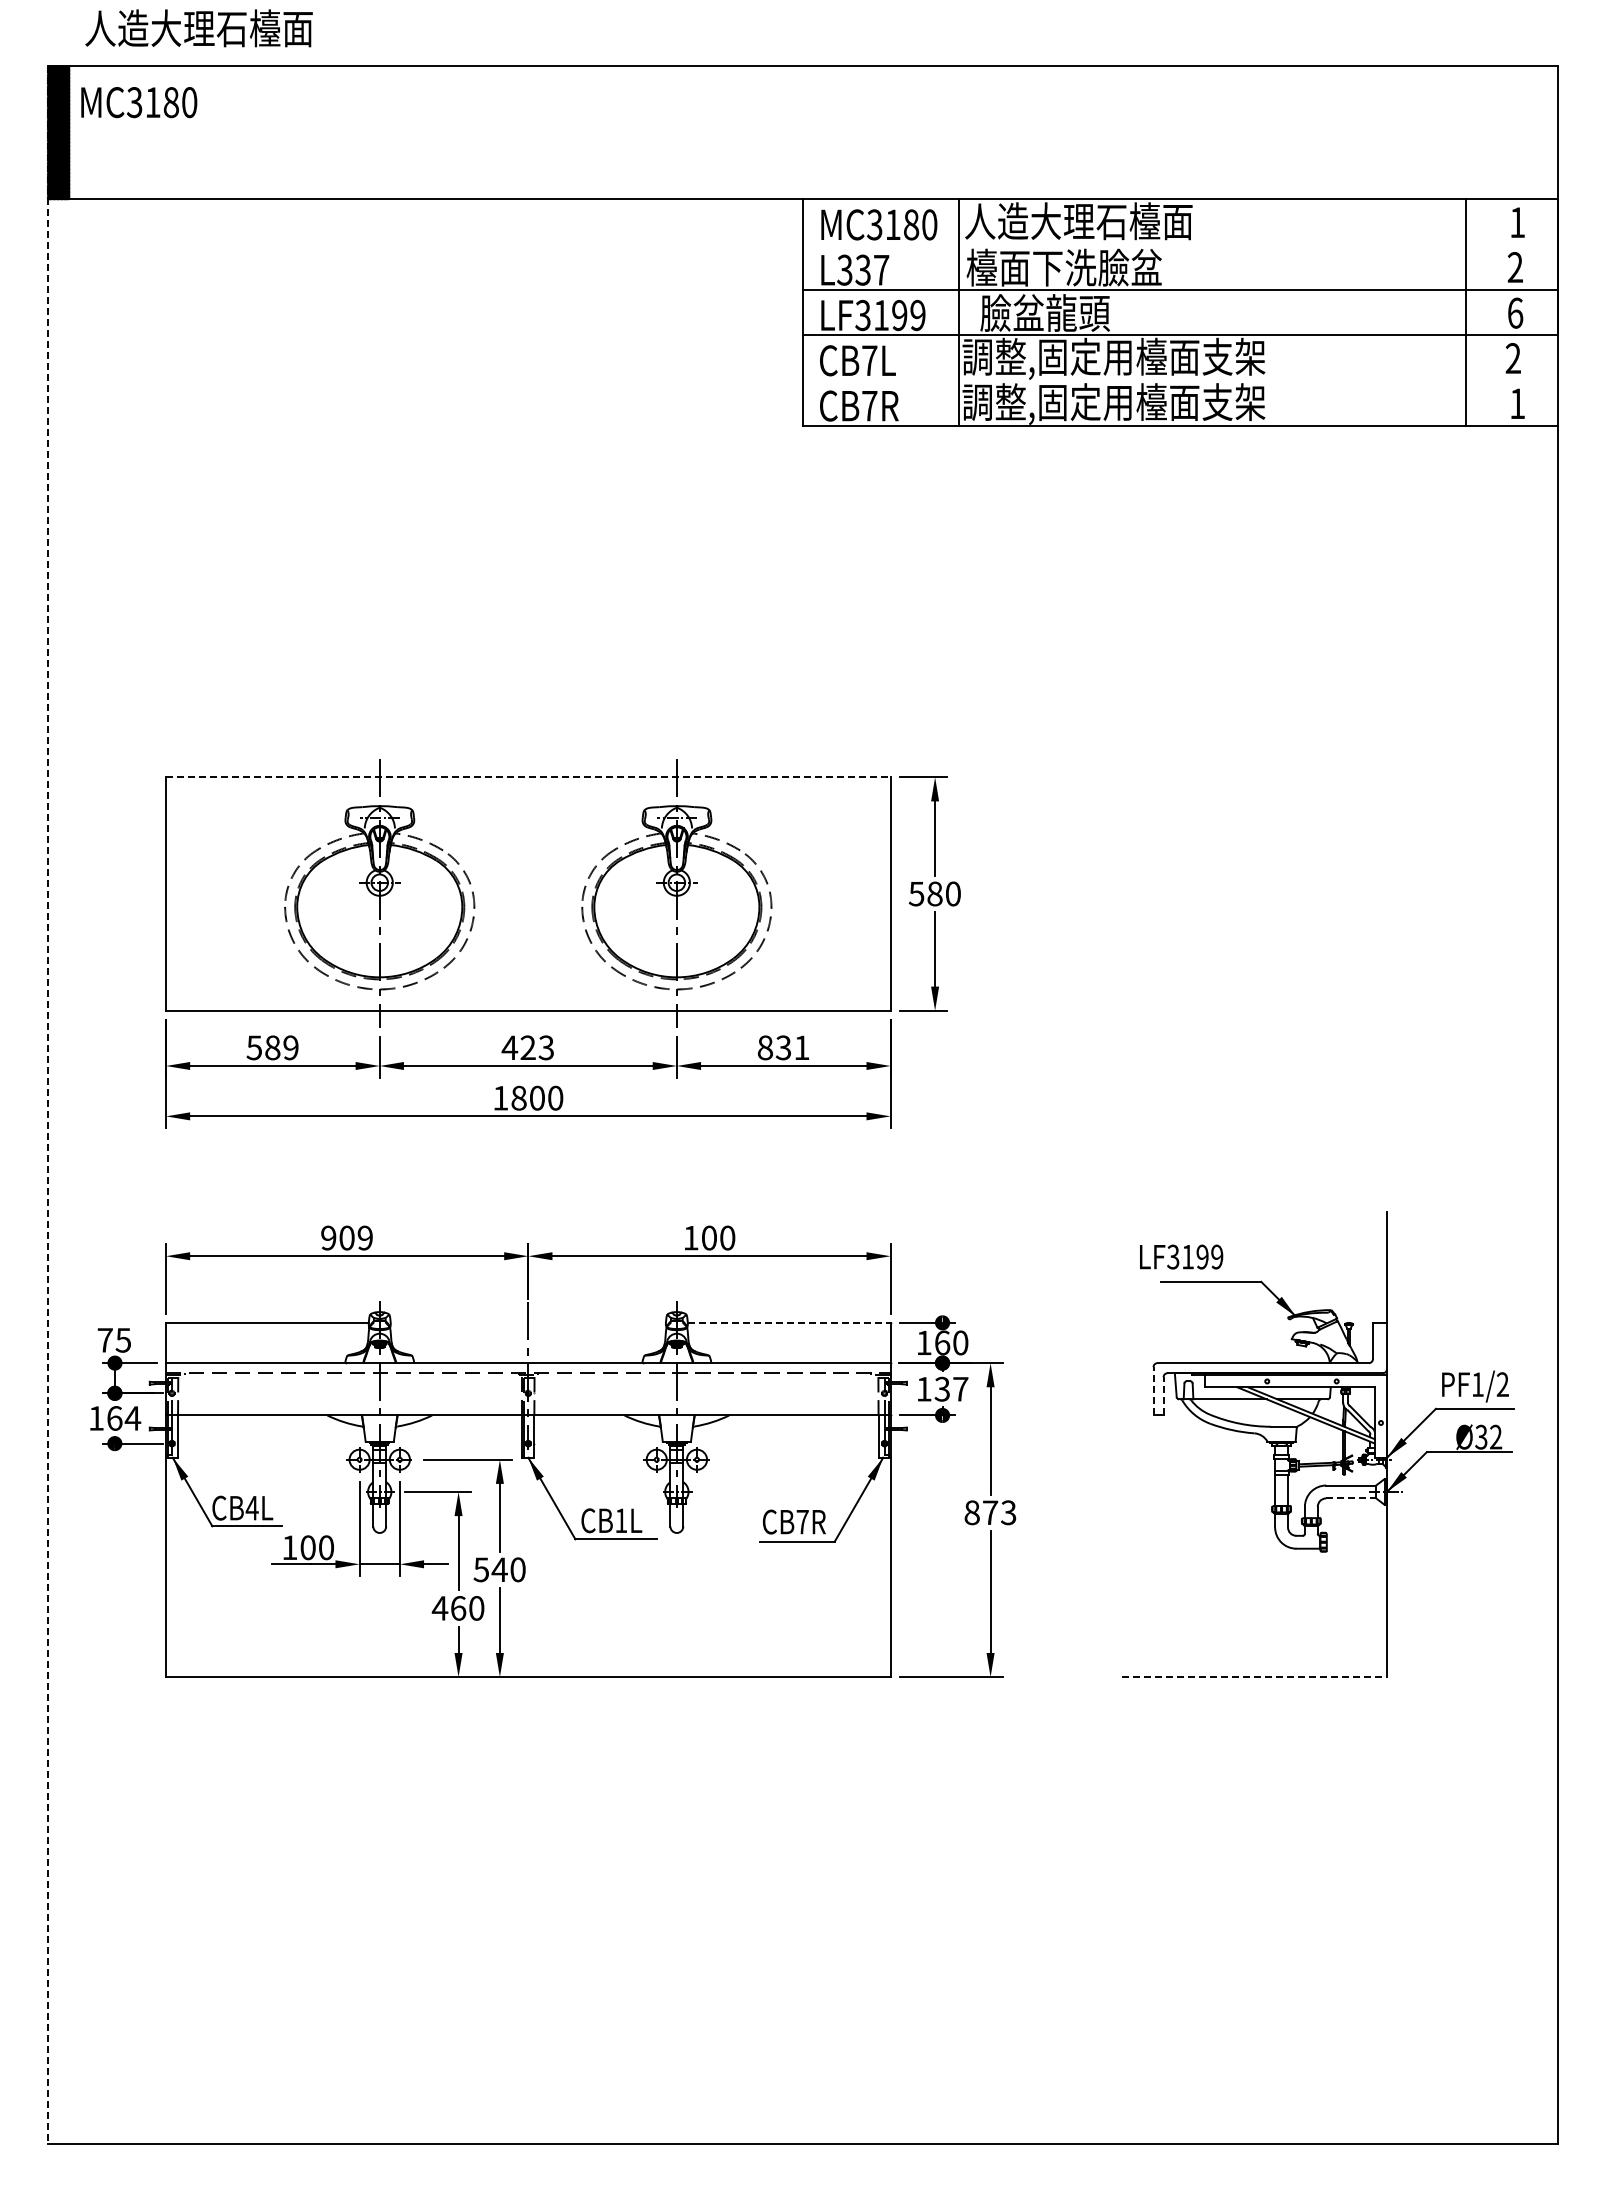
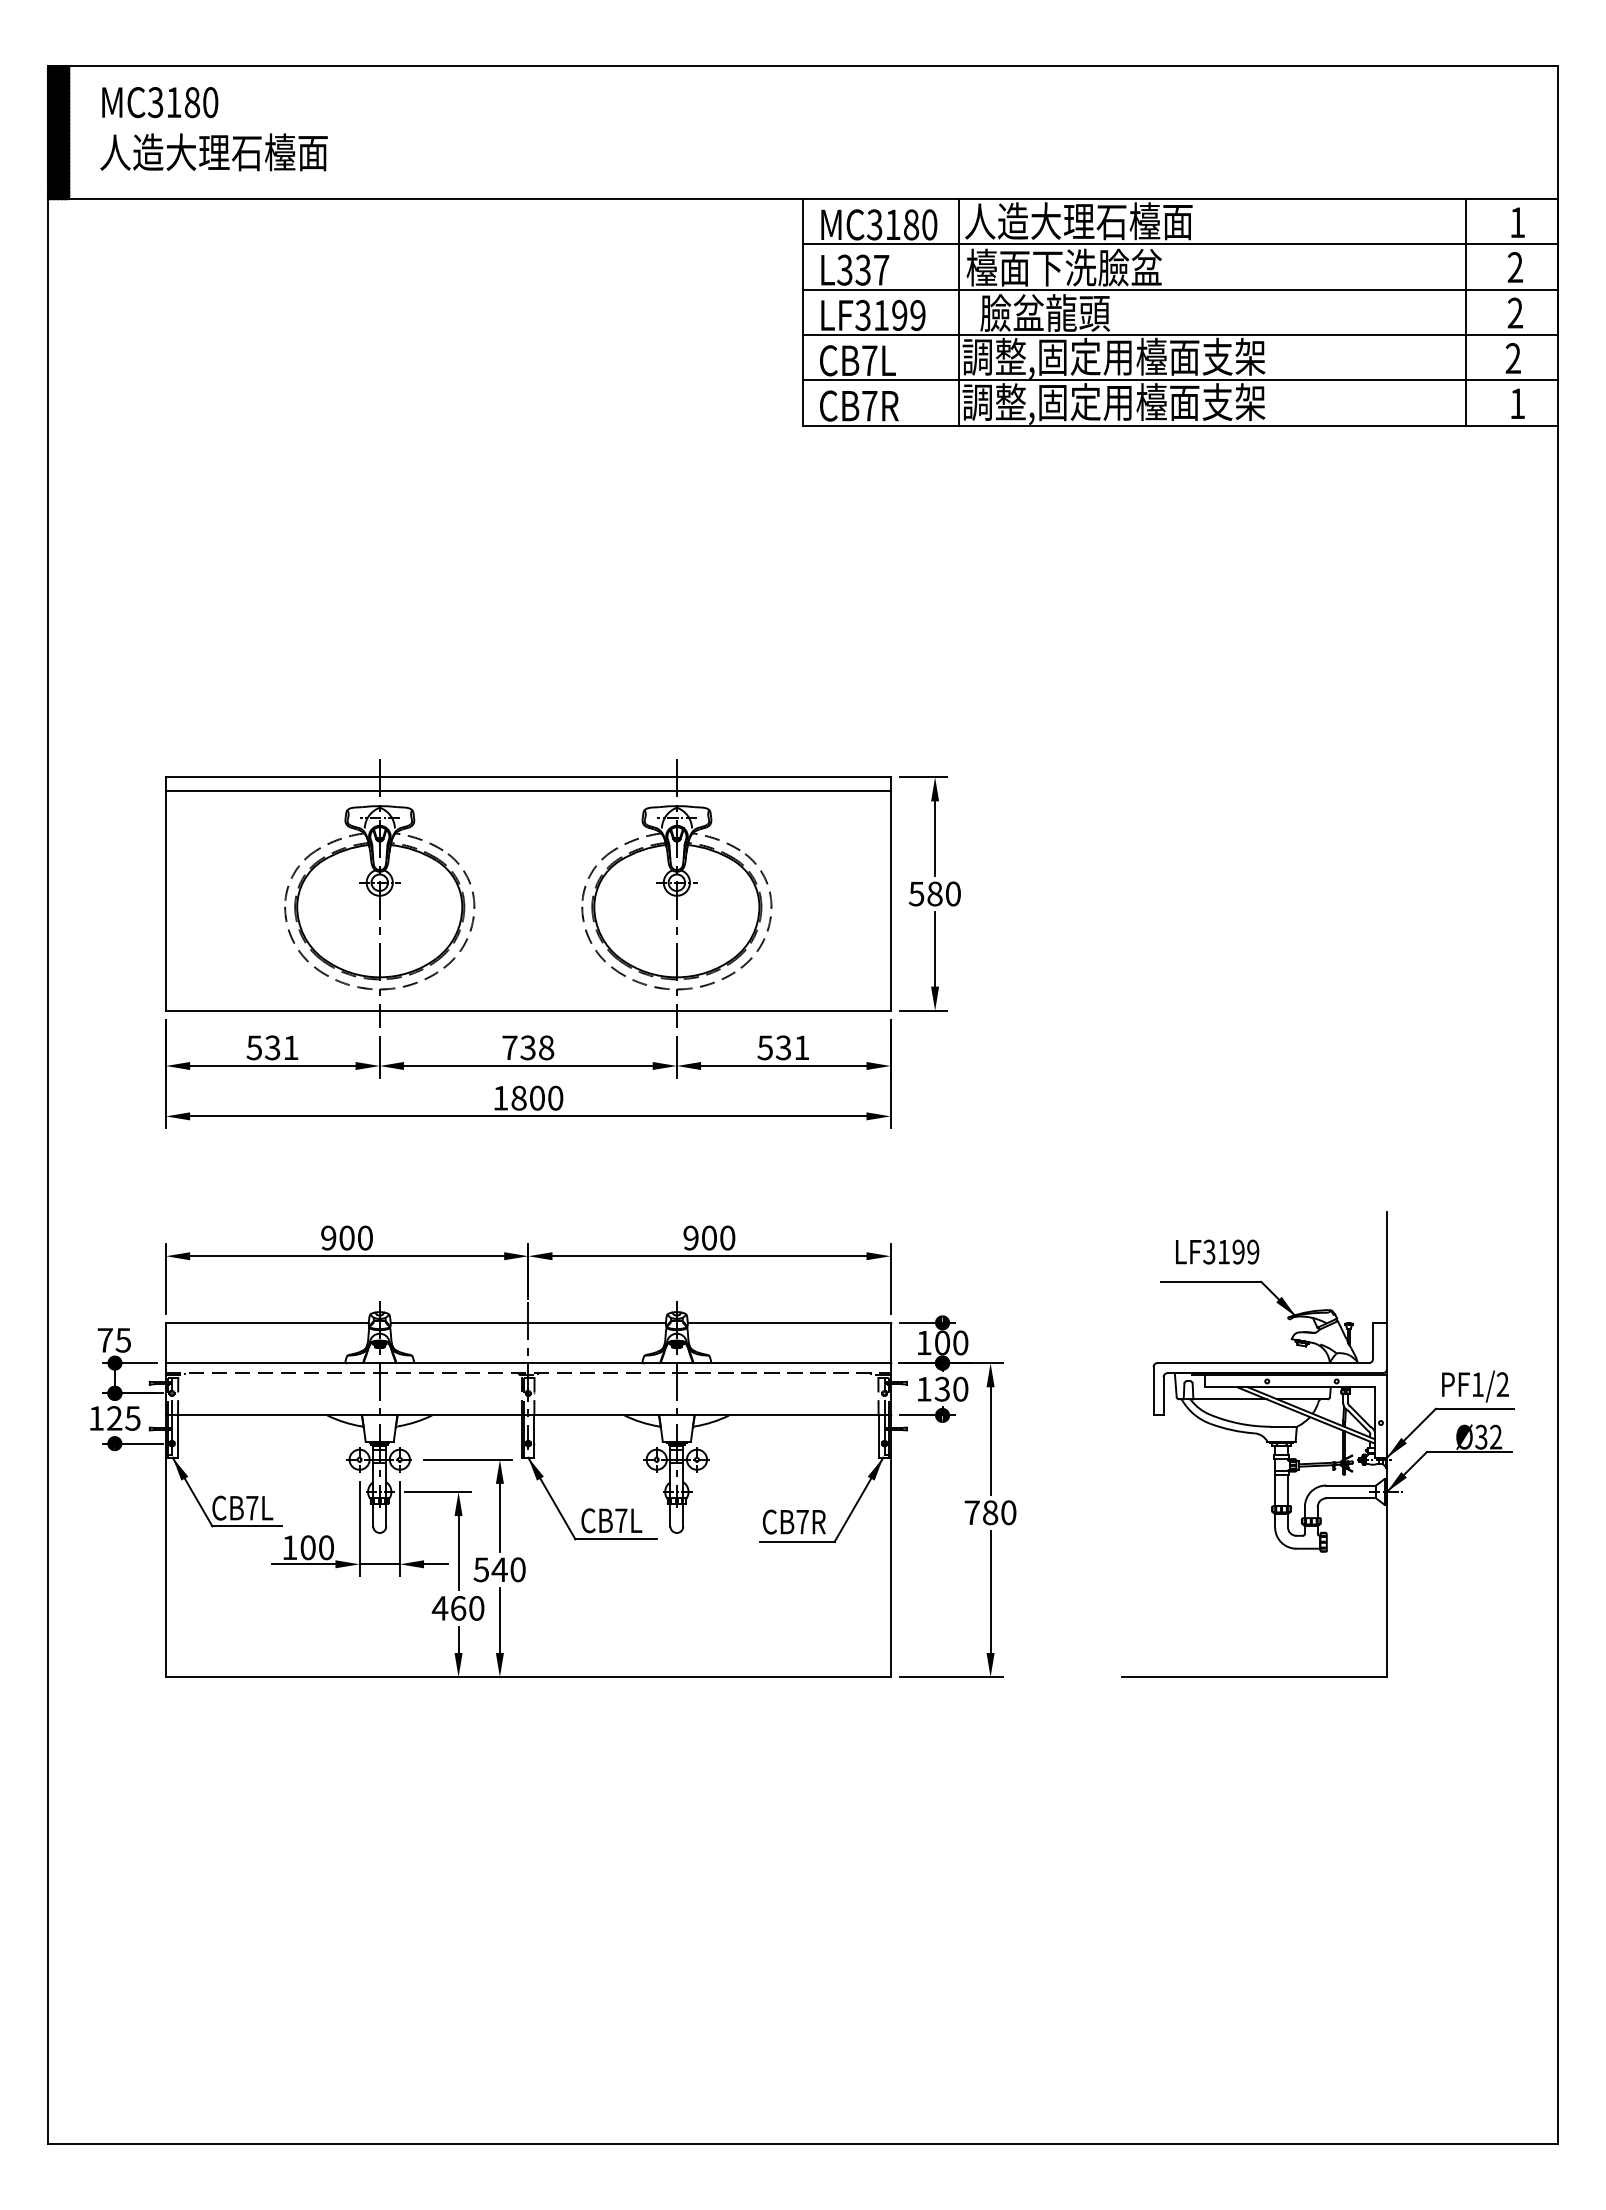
text at (198, 28) position: (198, 28) -> (213, 152)
text at (139, 102) position: (139, 102) -> (160, 102)
line at (1179, 244): none -> present
text at (1515, 312): 6 -> 2
line at (1179, 380): none -> present
line at (528, 777): dashed -> solid
line at (527, 791): none -> present
text at (281, 1047): 589 -> 531
text at (527, 1047): 423 -> 738
text at (764, 1047): 831 -> 531
line at (48, 1104): dashed -> solid
text at (364, 1237): 909 -> 900
text at (690, 1237): 100 -> 900
text at (1181, 1256) position: (1181, 1256) -> (1217, 1251)
line at (527, 1322): none -> present
line at (789, 1322): dashed -> solid
text at (942, 1342): 160 -> 100
text at (960, 1388): 137 -> 130
line at (1153, 1390): dashed -> solid
line at (1163, 1395): dashed -> solid
text at (124, 1418): 164 -> 125
line at (1351, 1498): dashed -> solid
text at (251, 1508): CB4L -> CB7L
text at (990, 1512): 873 -> 780
text at (621, 1520): CB1L -> CB7L
line at (1254, 1677): dashed -> solid
